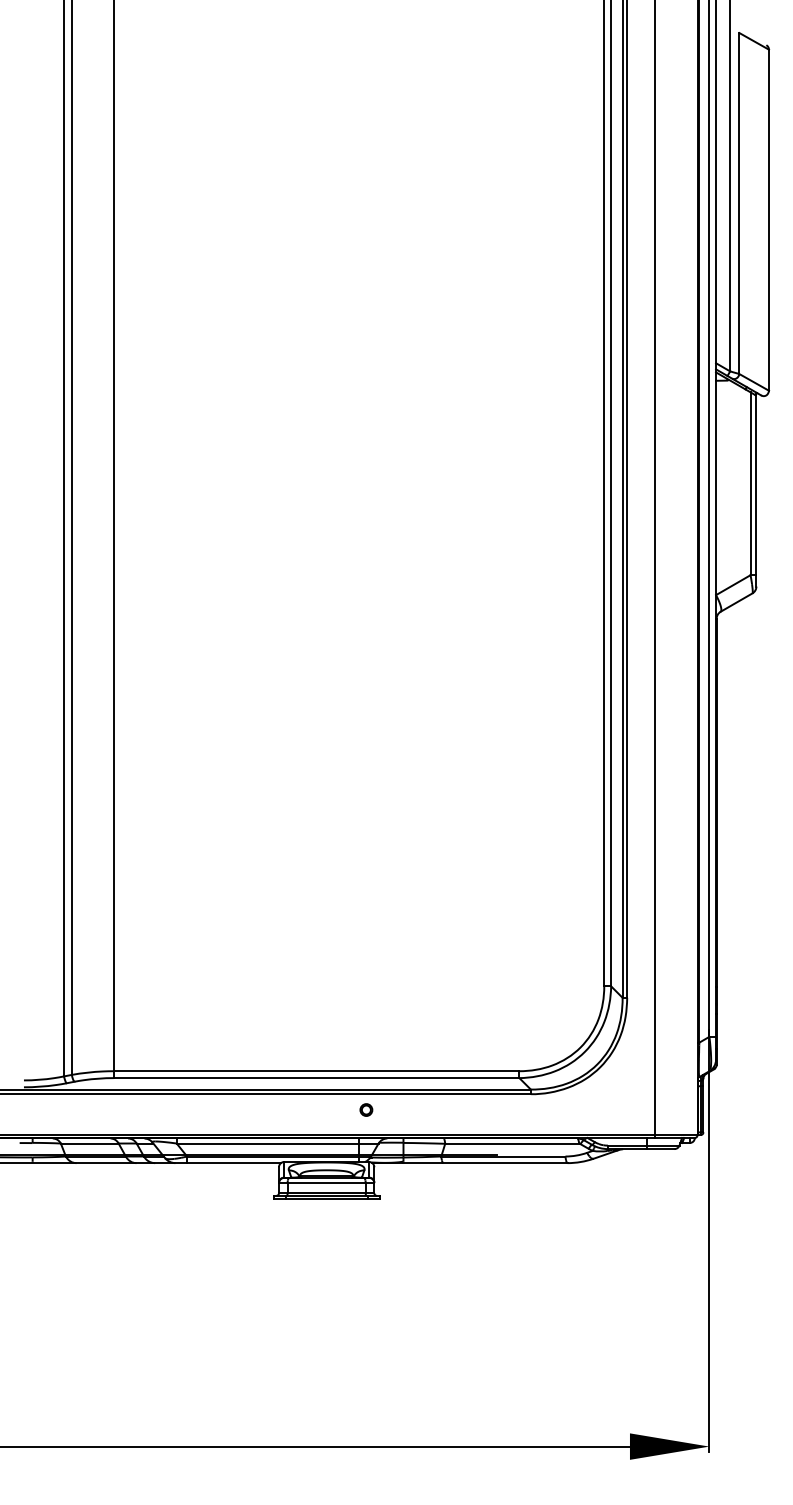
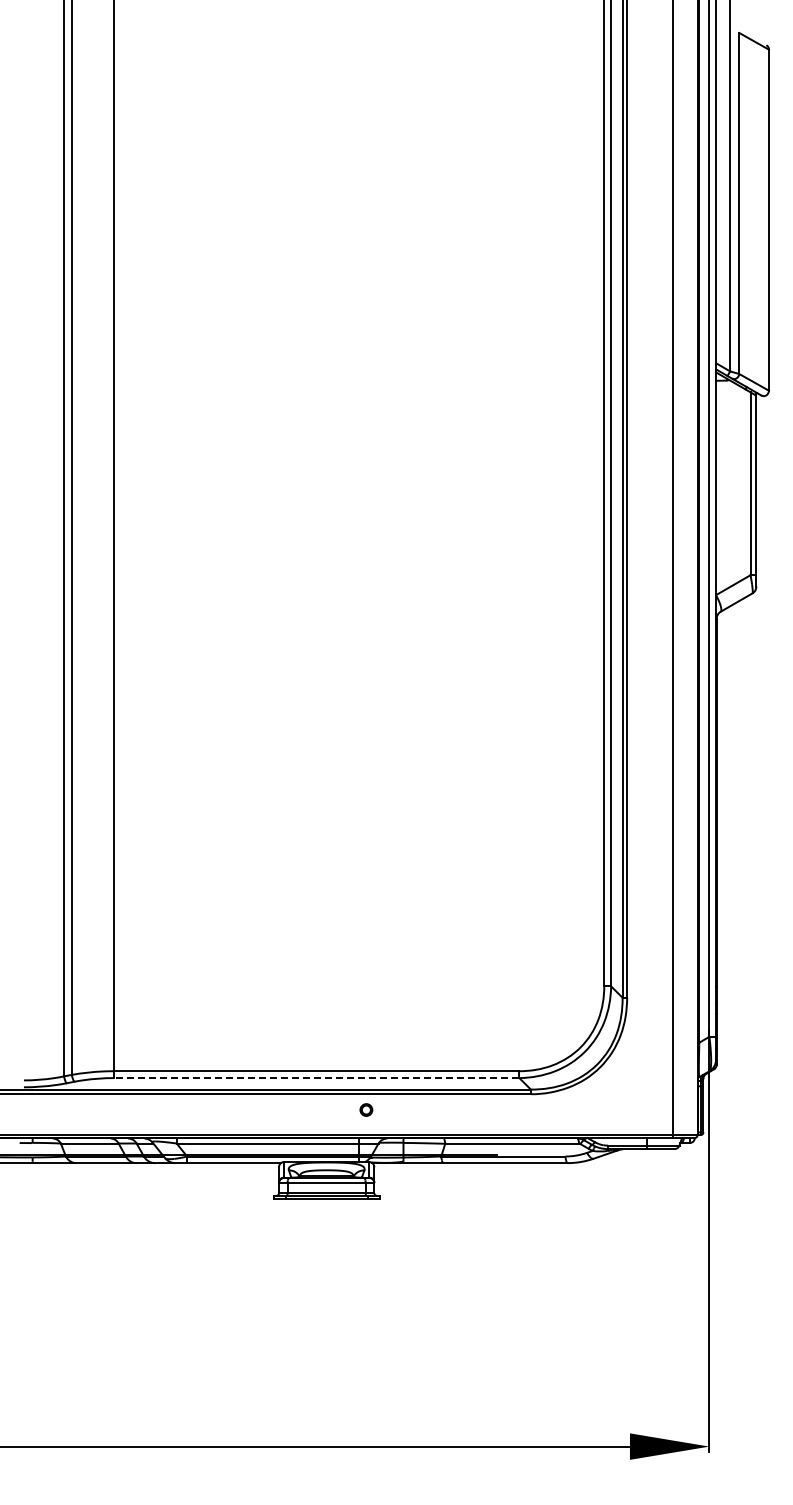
line at (655, 569) position: (655, 569) -> (673, 569)
line at (316, 1078): solid -> dashed
